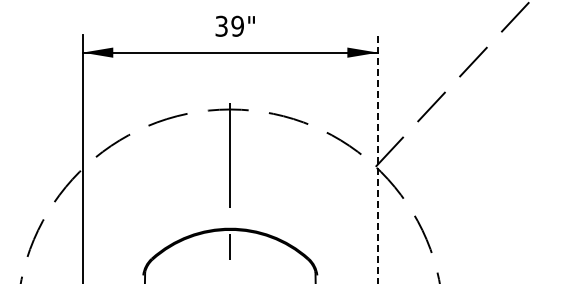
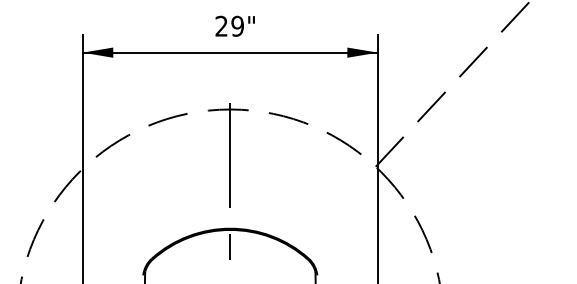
text at (221, 26): 39" -> 29"
line at (378, 158): dashed -> solid
